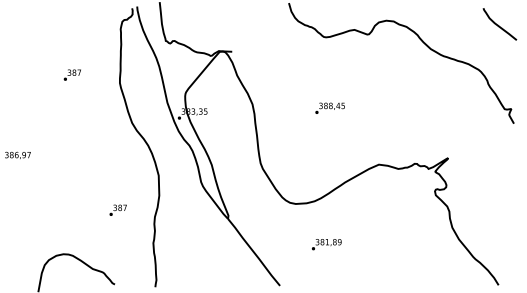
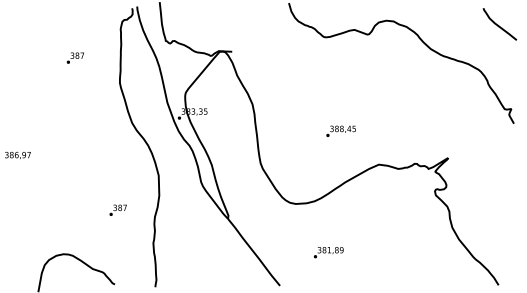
text at (71, 74) position: (71, 74) -> (74, 57)
text at (329, 107) position: (329, 107) -> (340, 130)
text at (326, 244) position: (326, 244) -> (328, 252)
